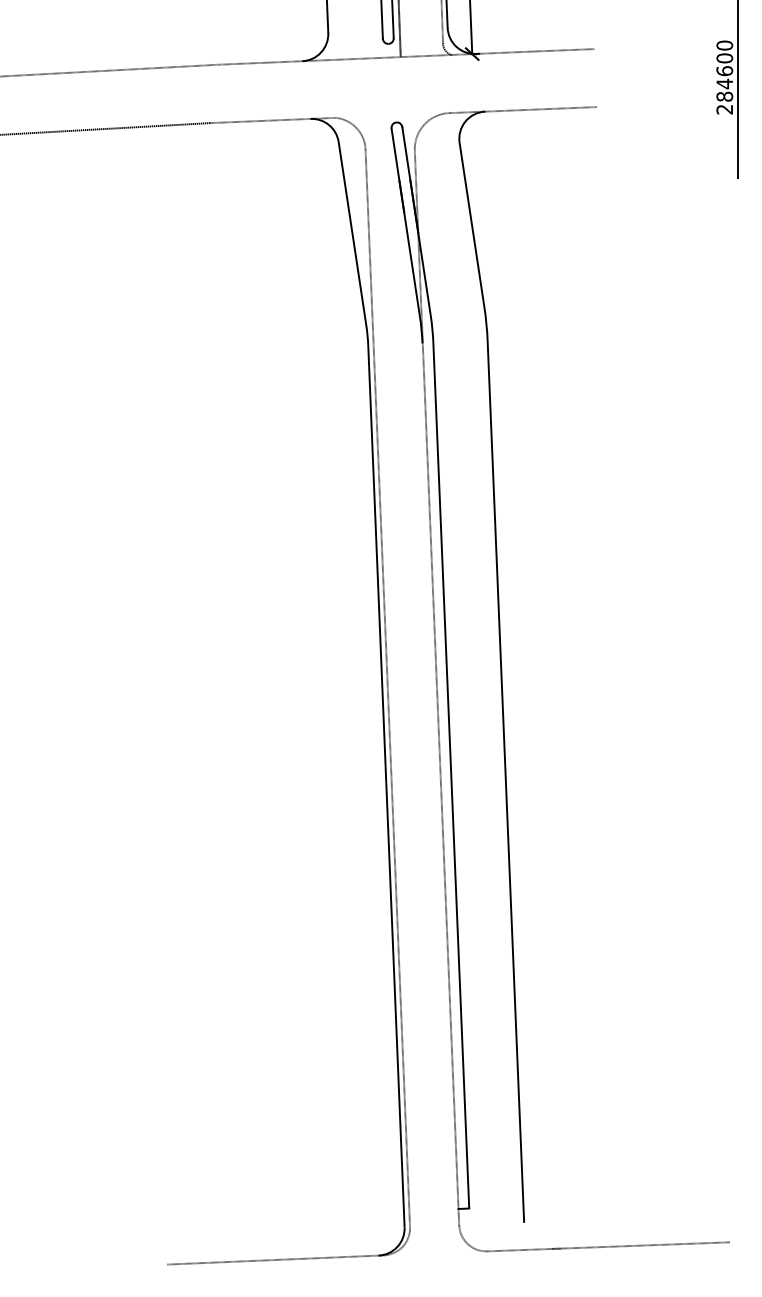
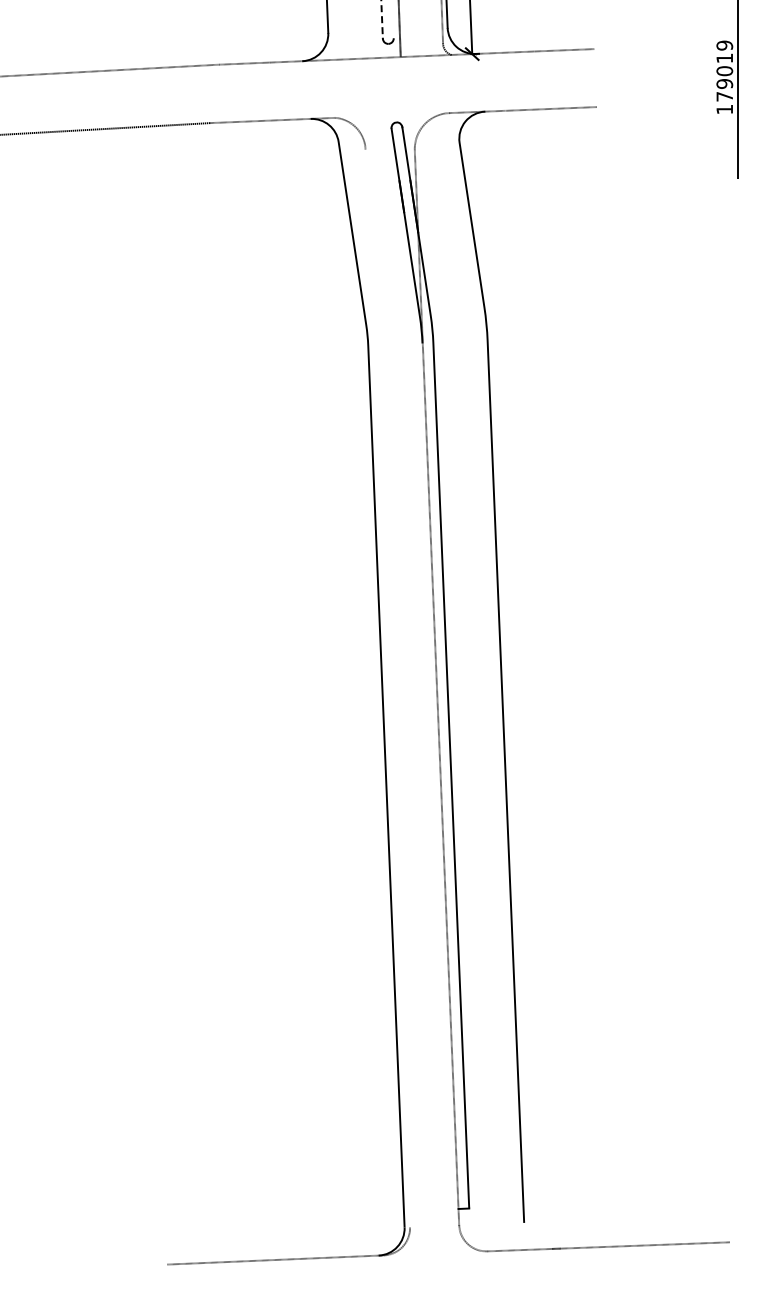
line at (382, 19): solid -> dashed
line at (392, 20): present -> none
text at (724, 77): 284600 -> 179019
line at (387, 688): present -> none
